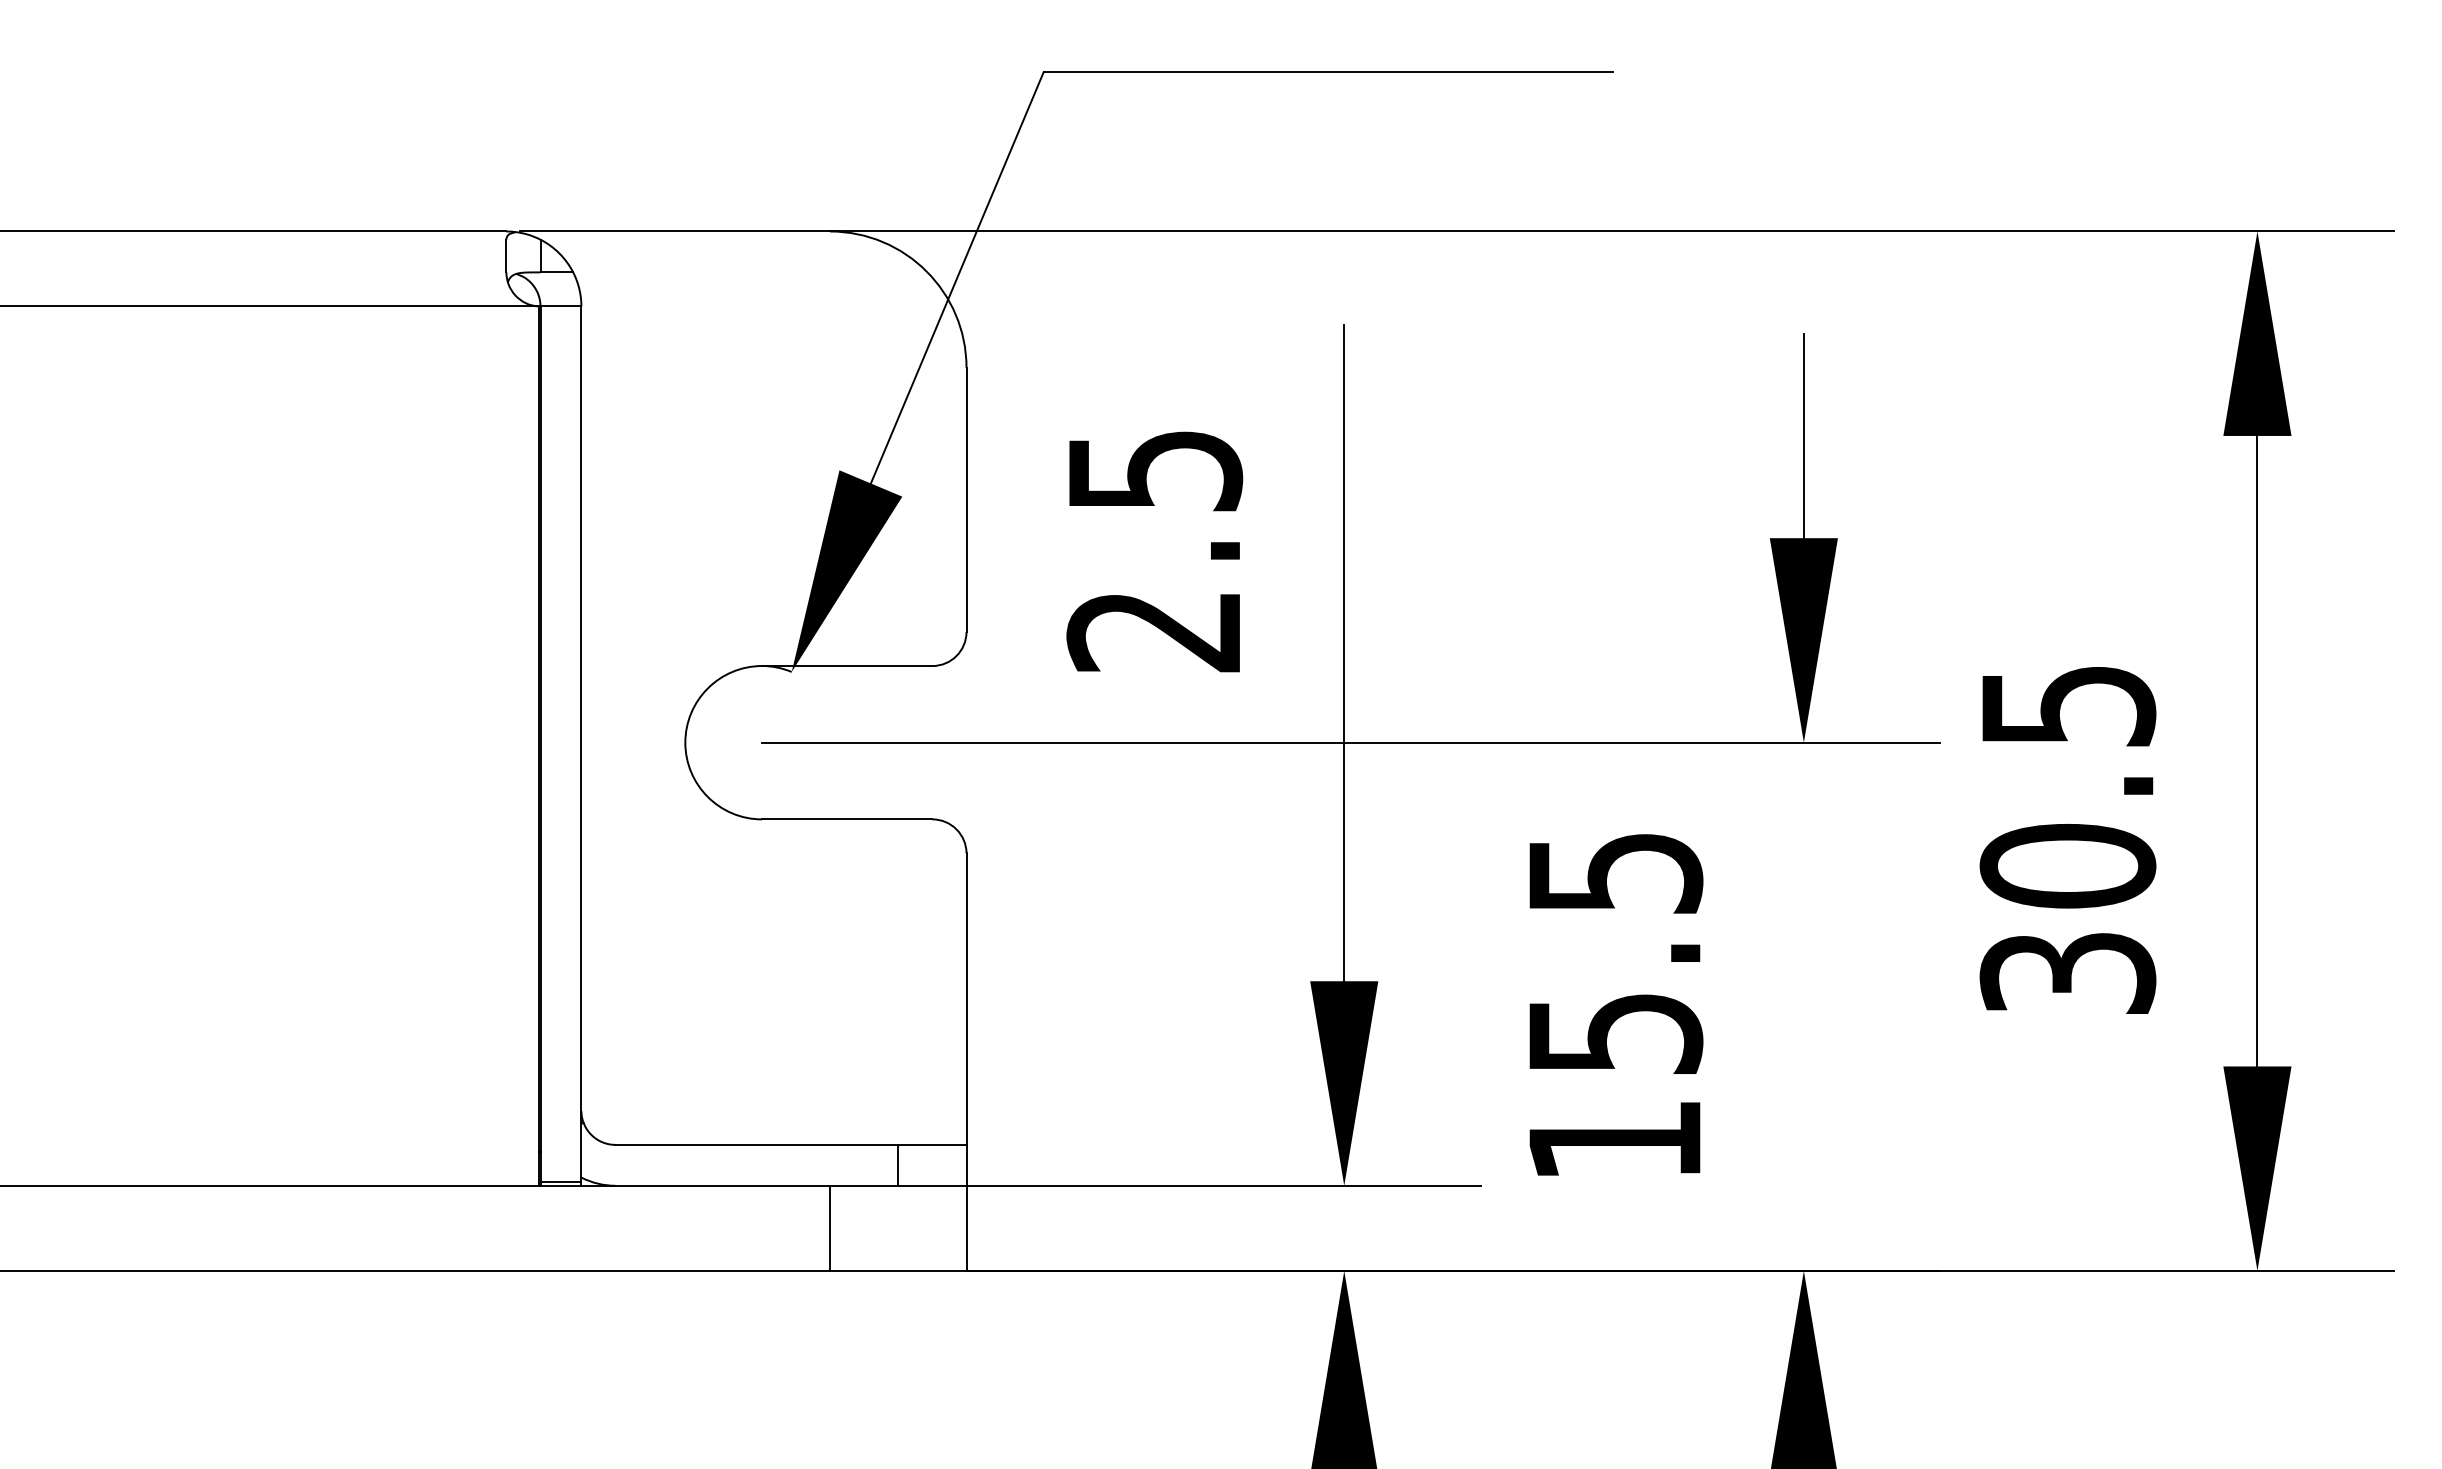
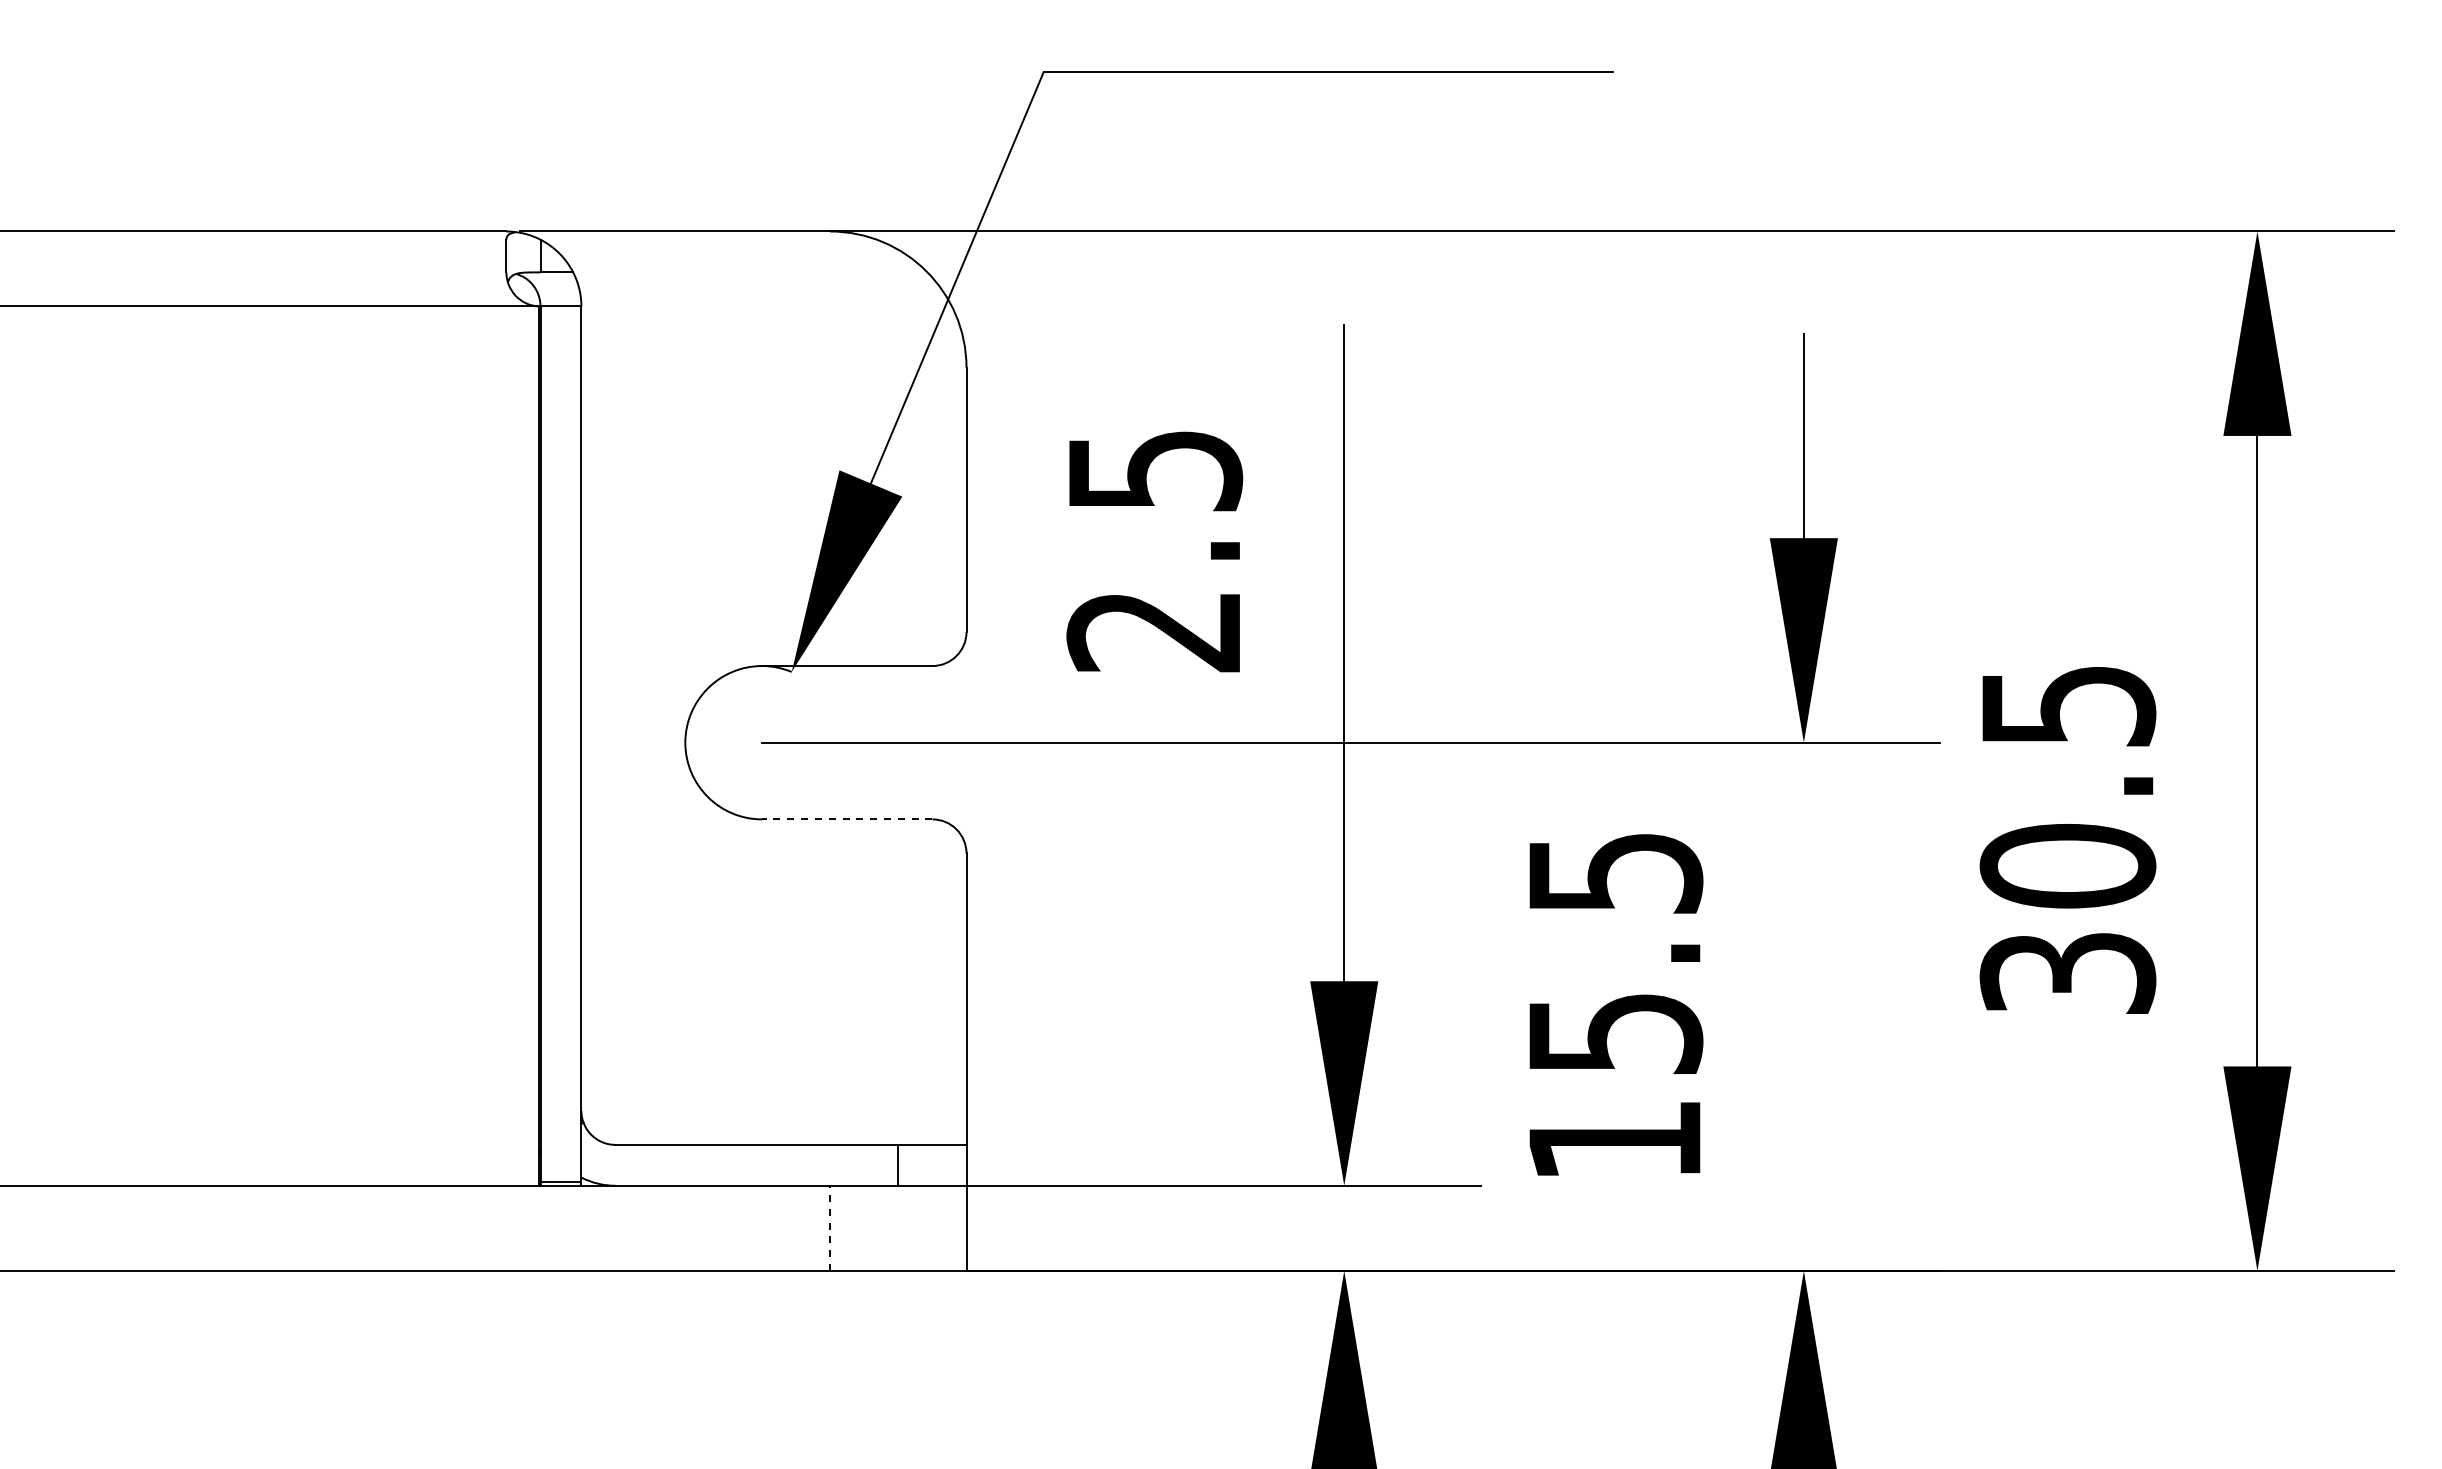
line at (846, 819): solid -> dashed
line at (830, 1228): solid -> dashed
